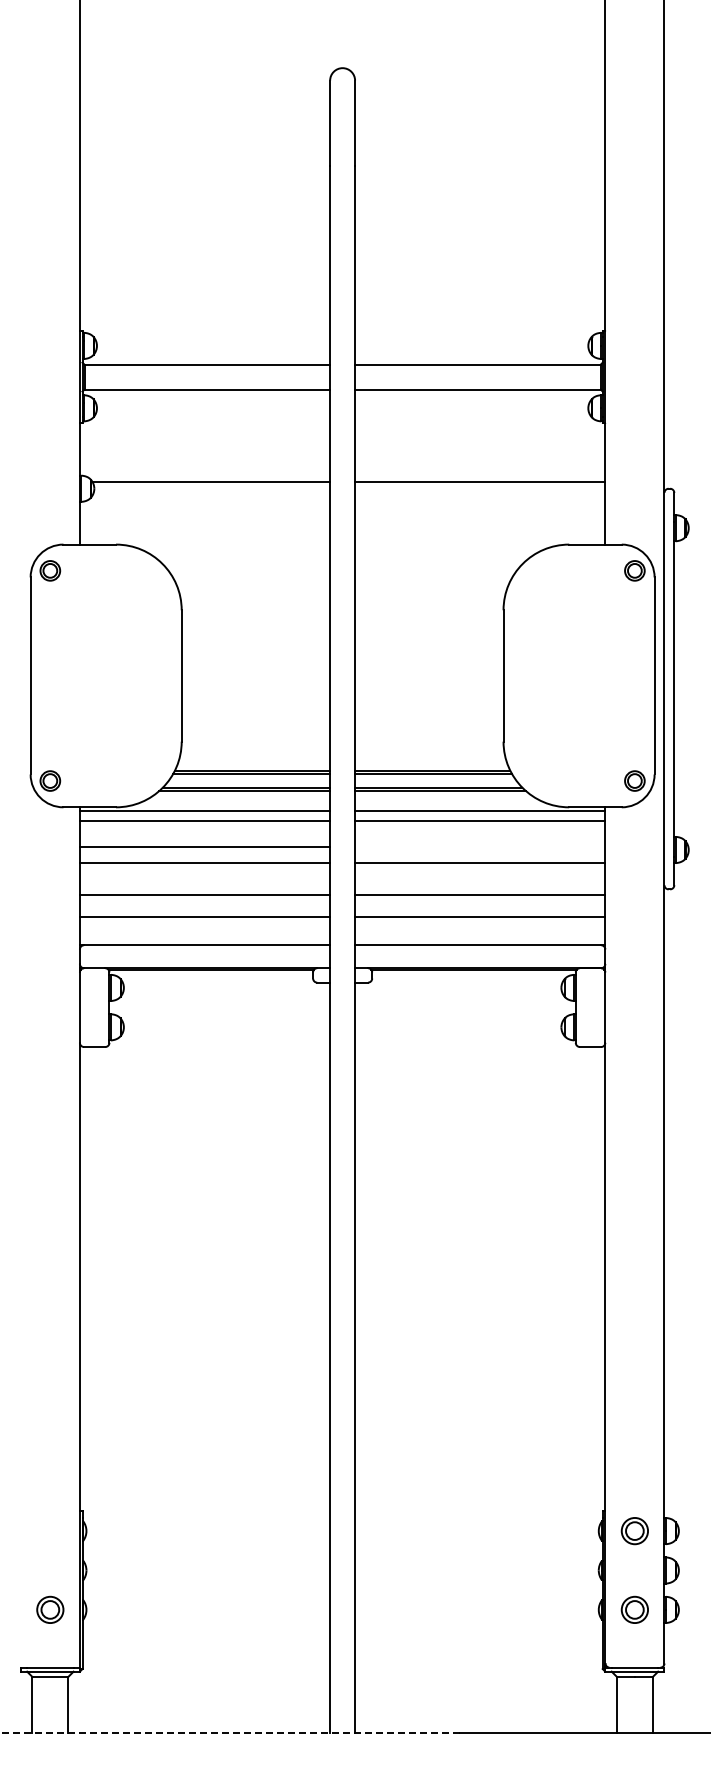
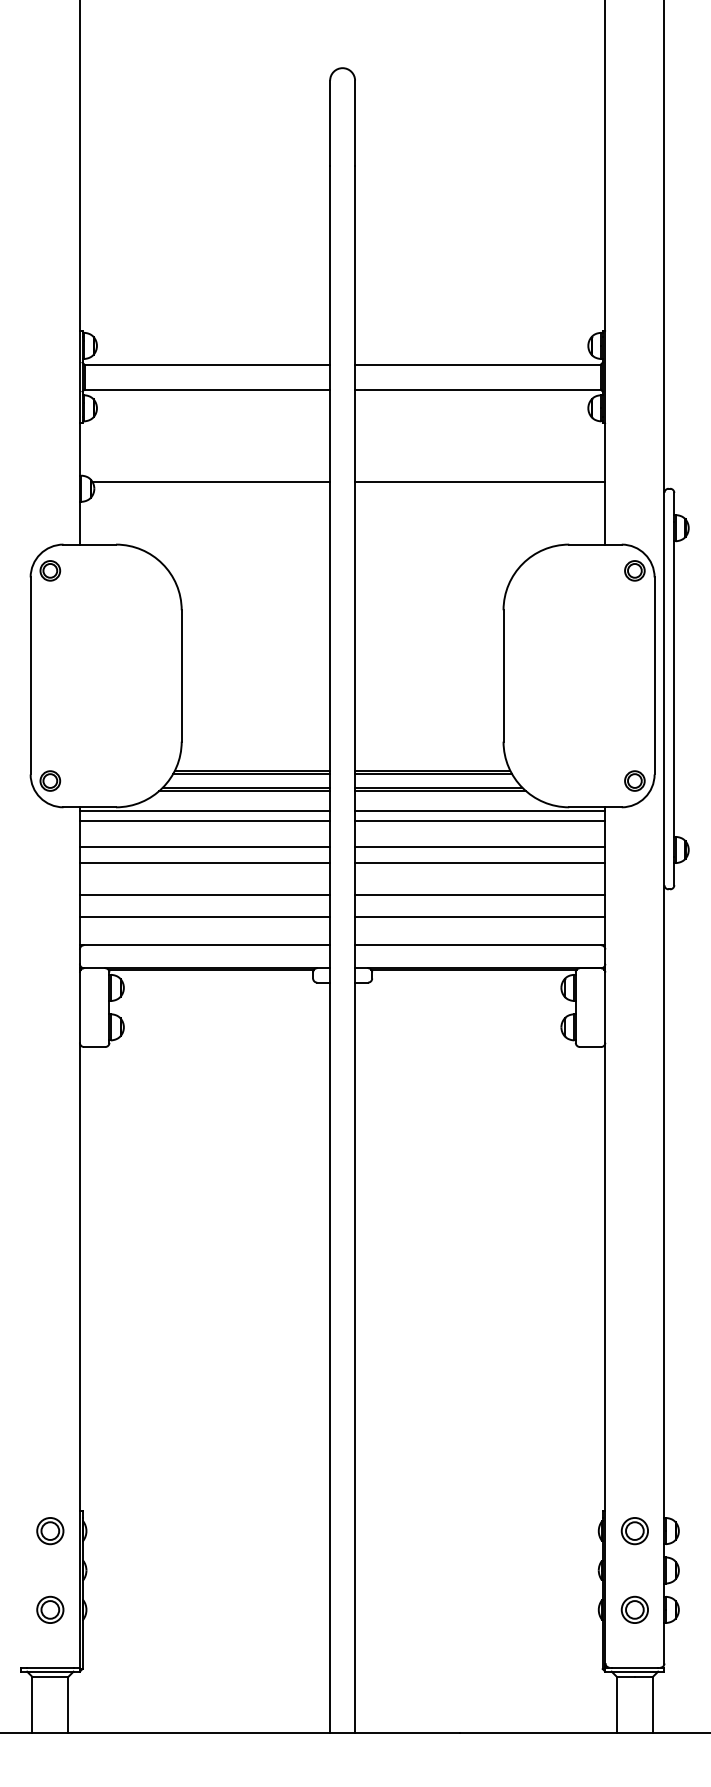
line at (480, 846): none -> present
part at (50, 1531): none -> present
line at (229, 1733): dashed -> solid
